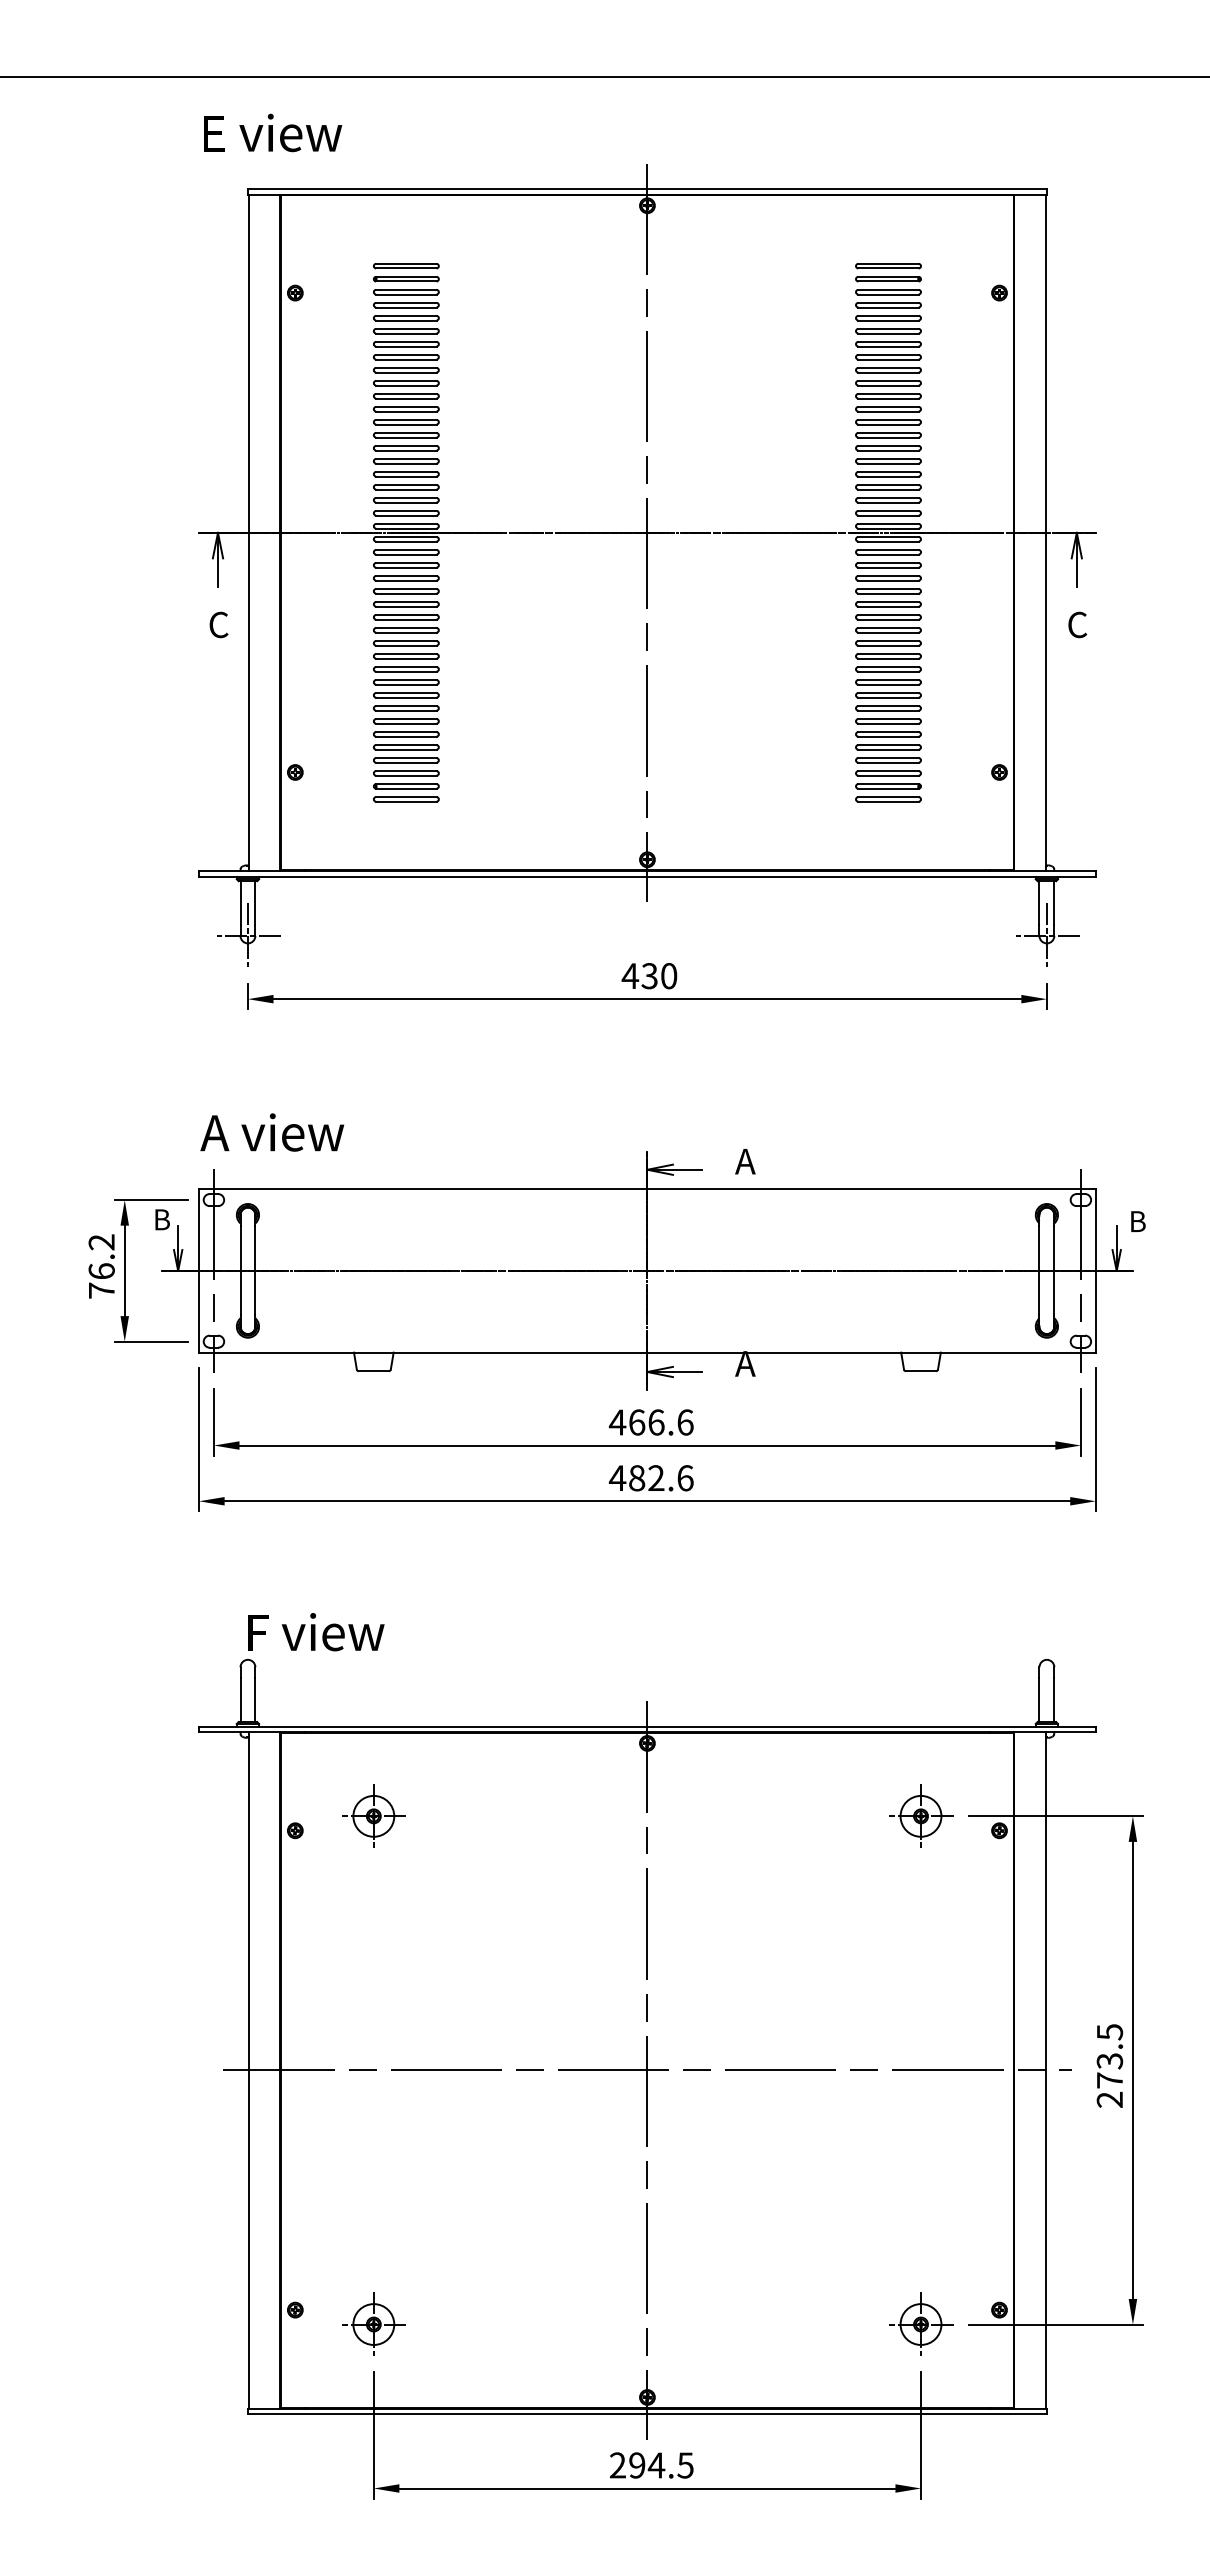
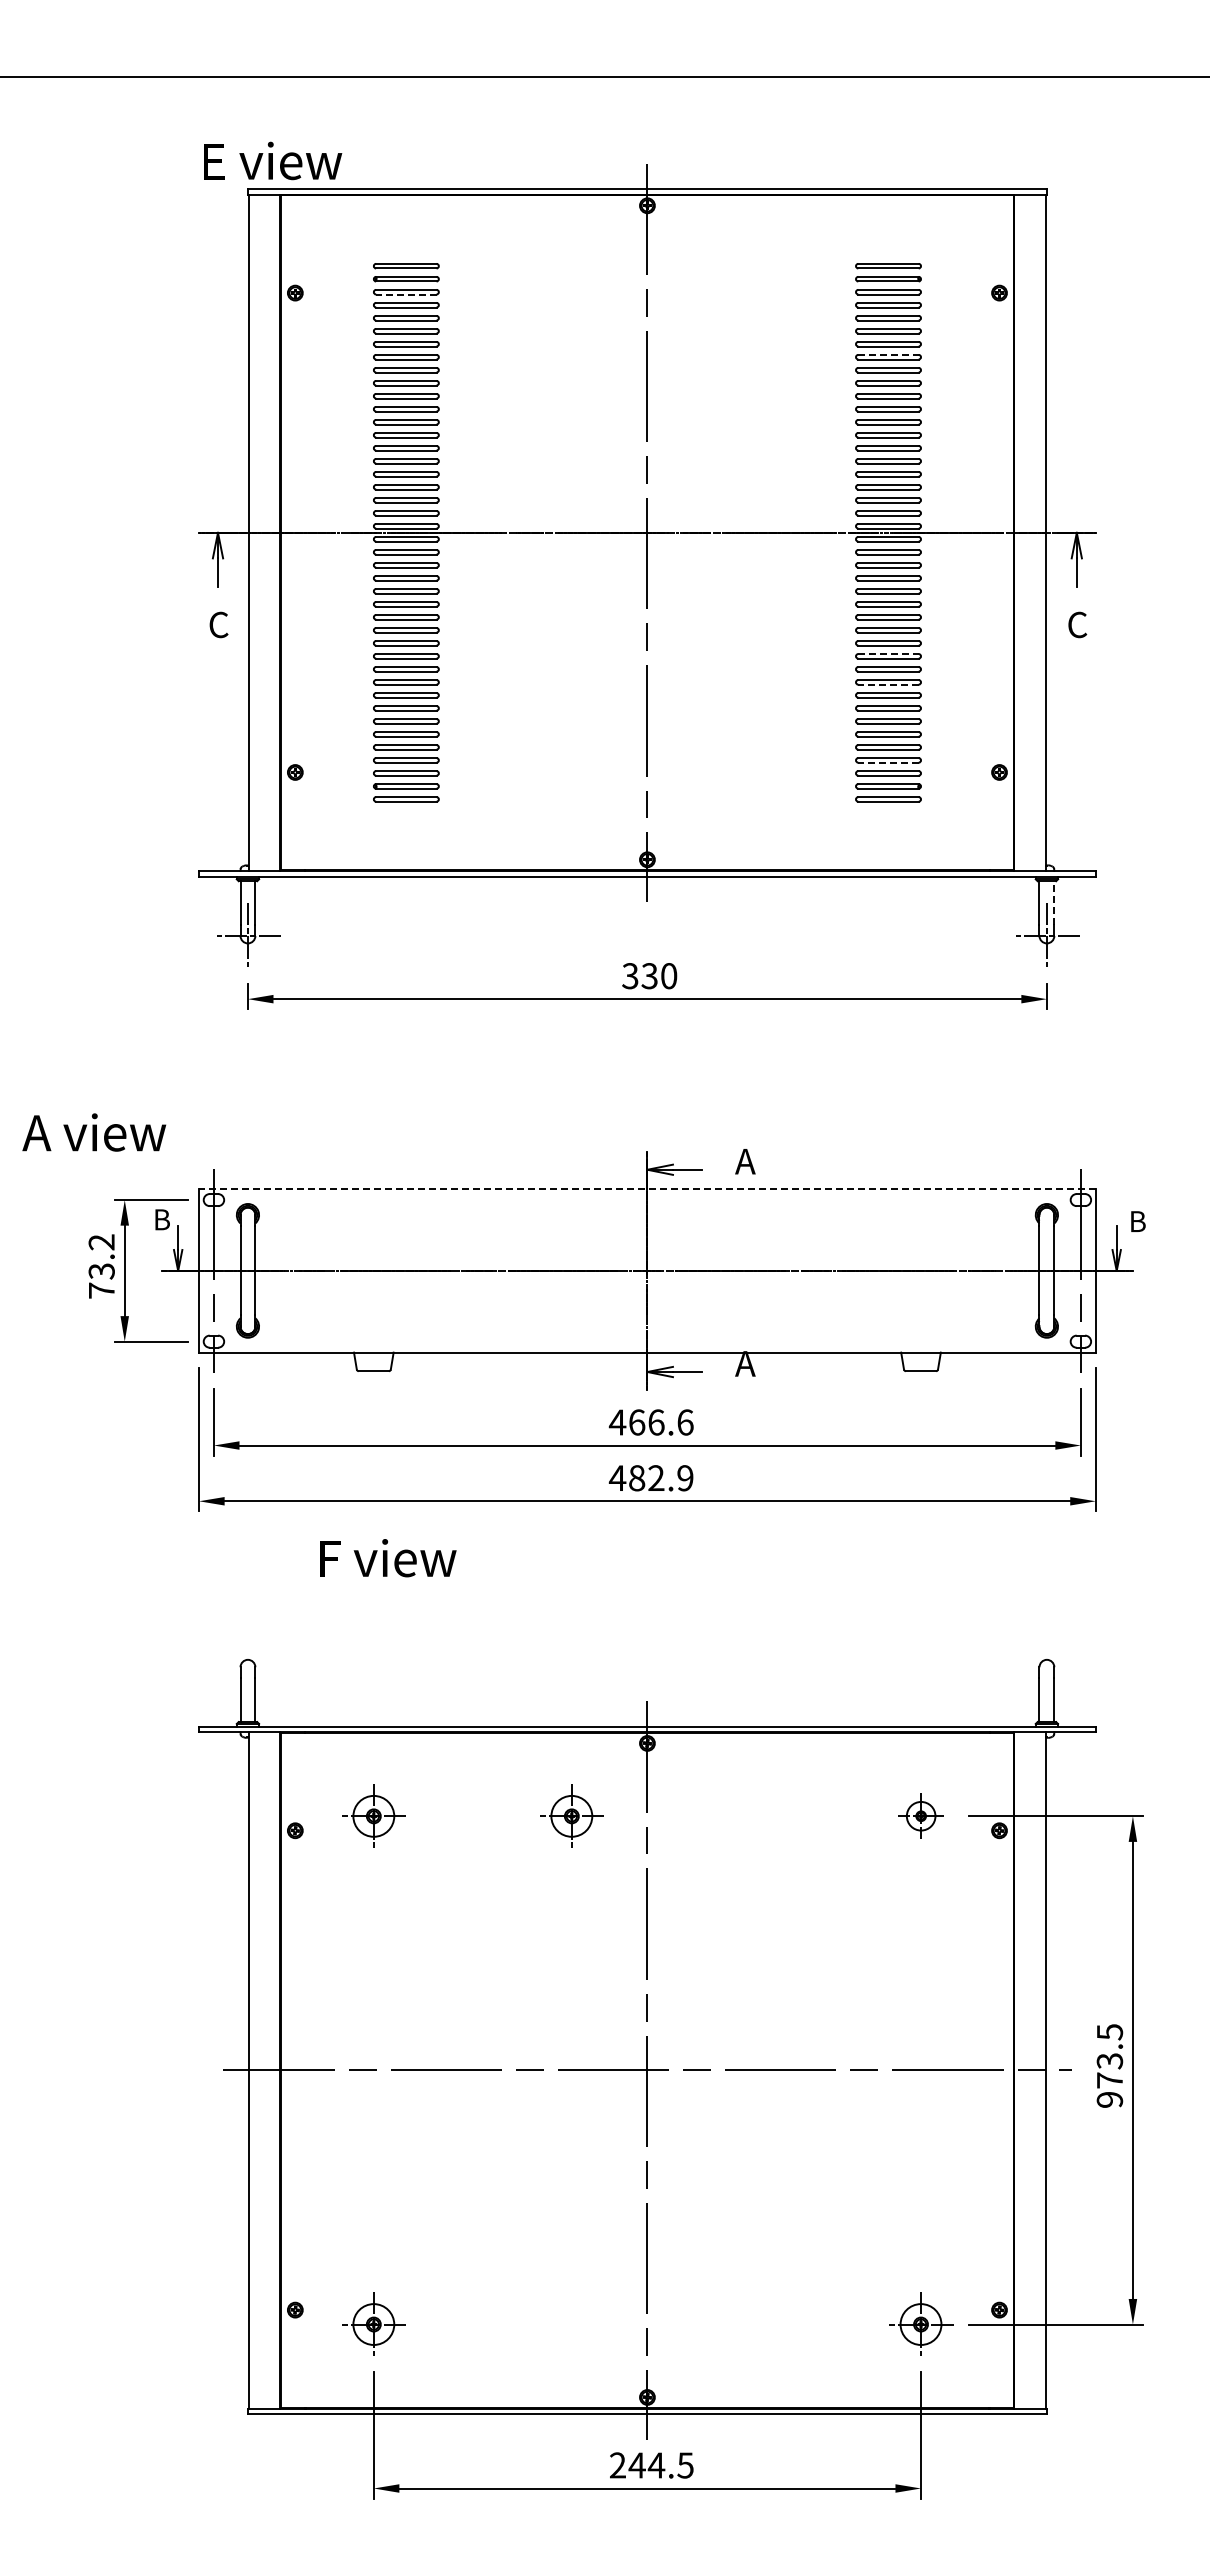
text at (273, 132) position: (273, 132) -> (273, 160)
line at (405, 294): solid -> dashed
line at (889, 354): solid -> dashed
line at (889, 654): solid -> dashed
line at (888, 684): solid -> dashed
line at (888, 762): solid -> dashed
line at (1054, 903): solid -> dashed
text at (630, 976): 430 -> 330
text at (272, 1132) position: (272, 1132) -> (94, 1132)
line at (646, 1189): solid -> dashed
text at (101, 1271): 76.2 -> 73.2
text at (685, 1478): 482.6 -> 482.9
text at (316, 1632) position: (316, 1632) -> (388, 1558)
part at (571, 1815): none -> present
part at (921, 1815) size: 65x64 px -> 46x46 px
text at (1110, 2099): 273.5 -> 973.5
text at (636, 2465): 294.5 -> 244.5
